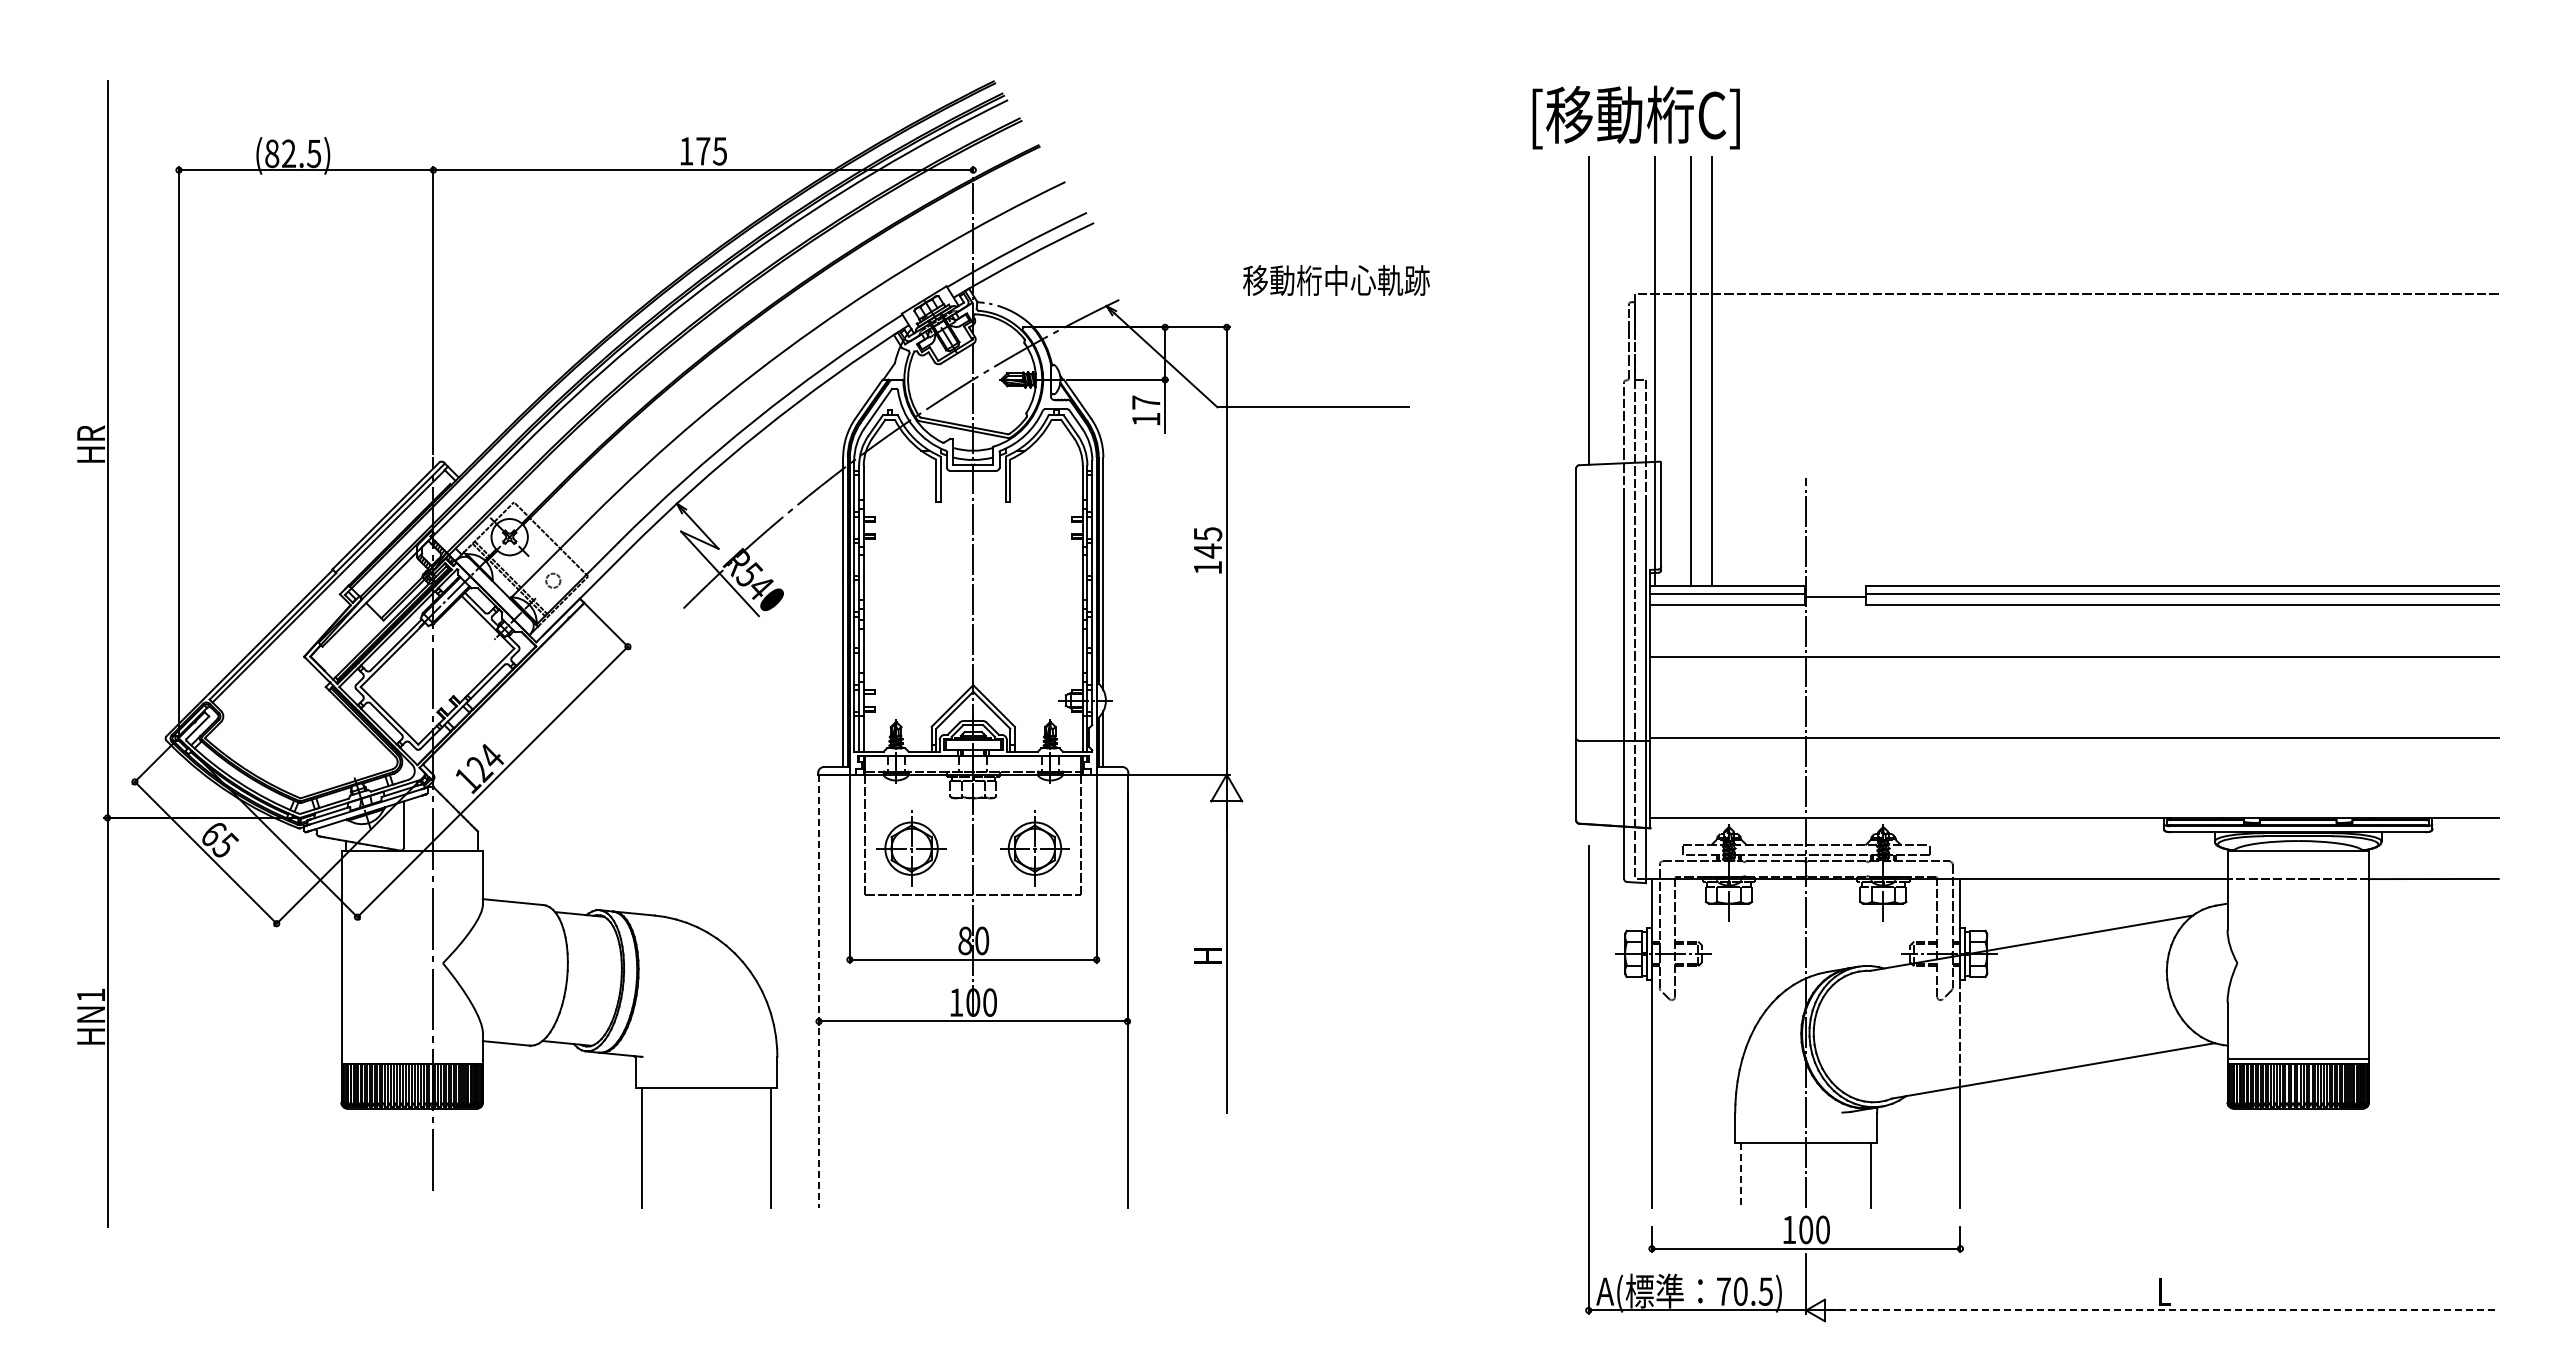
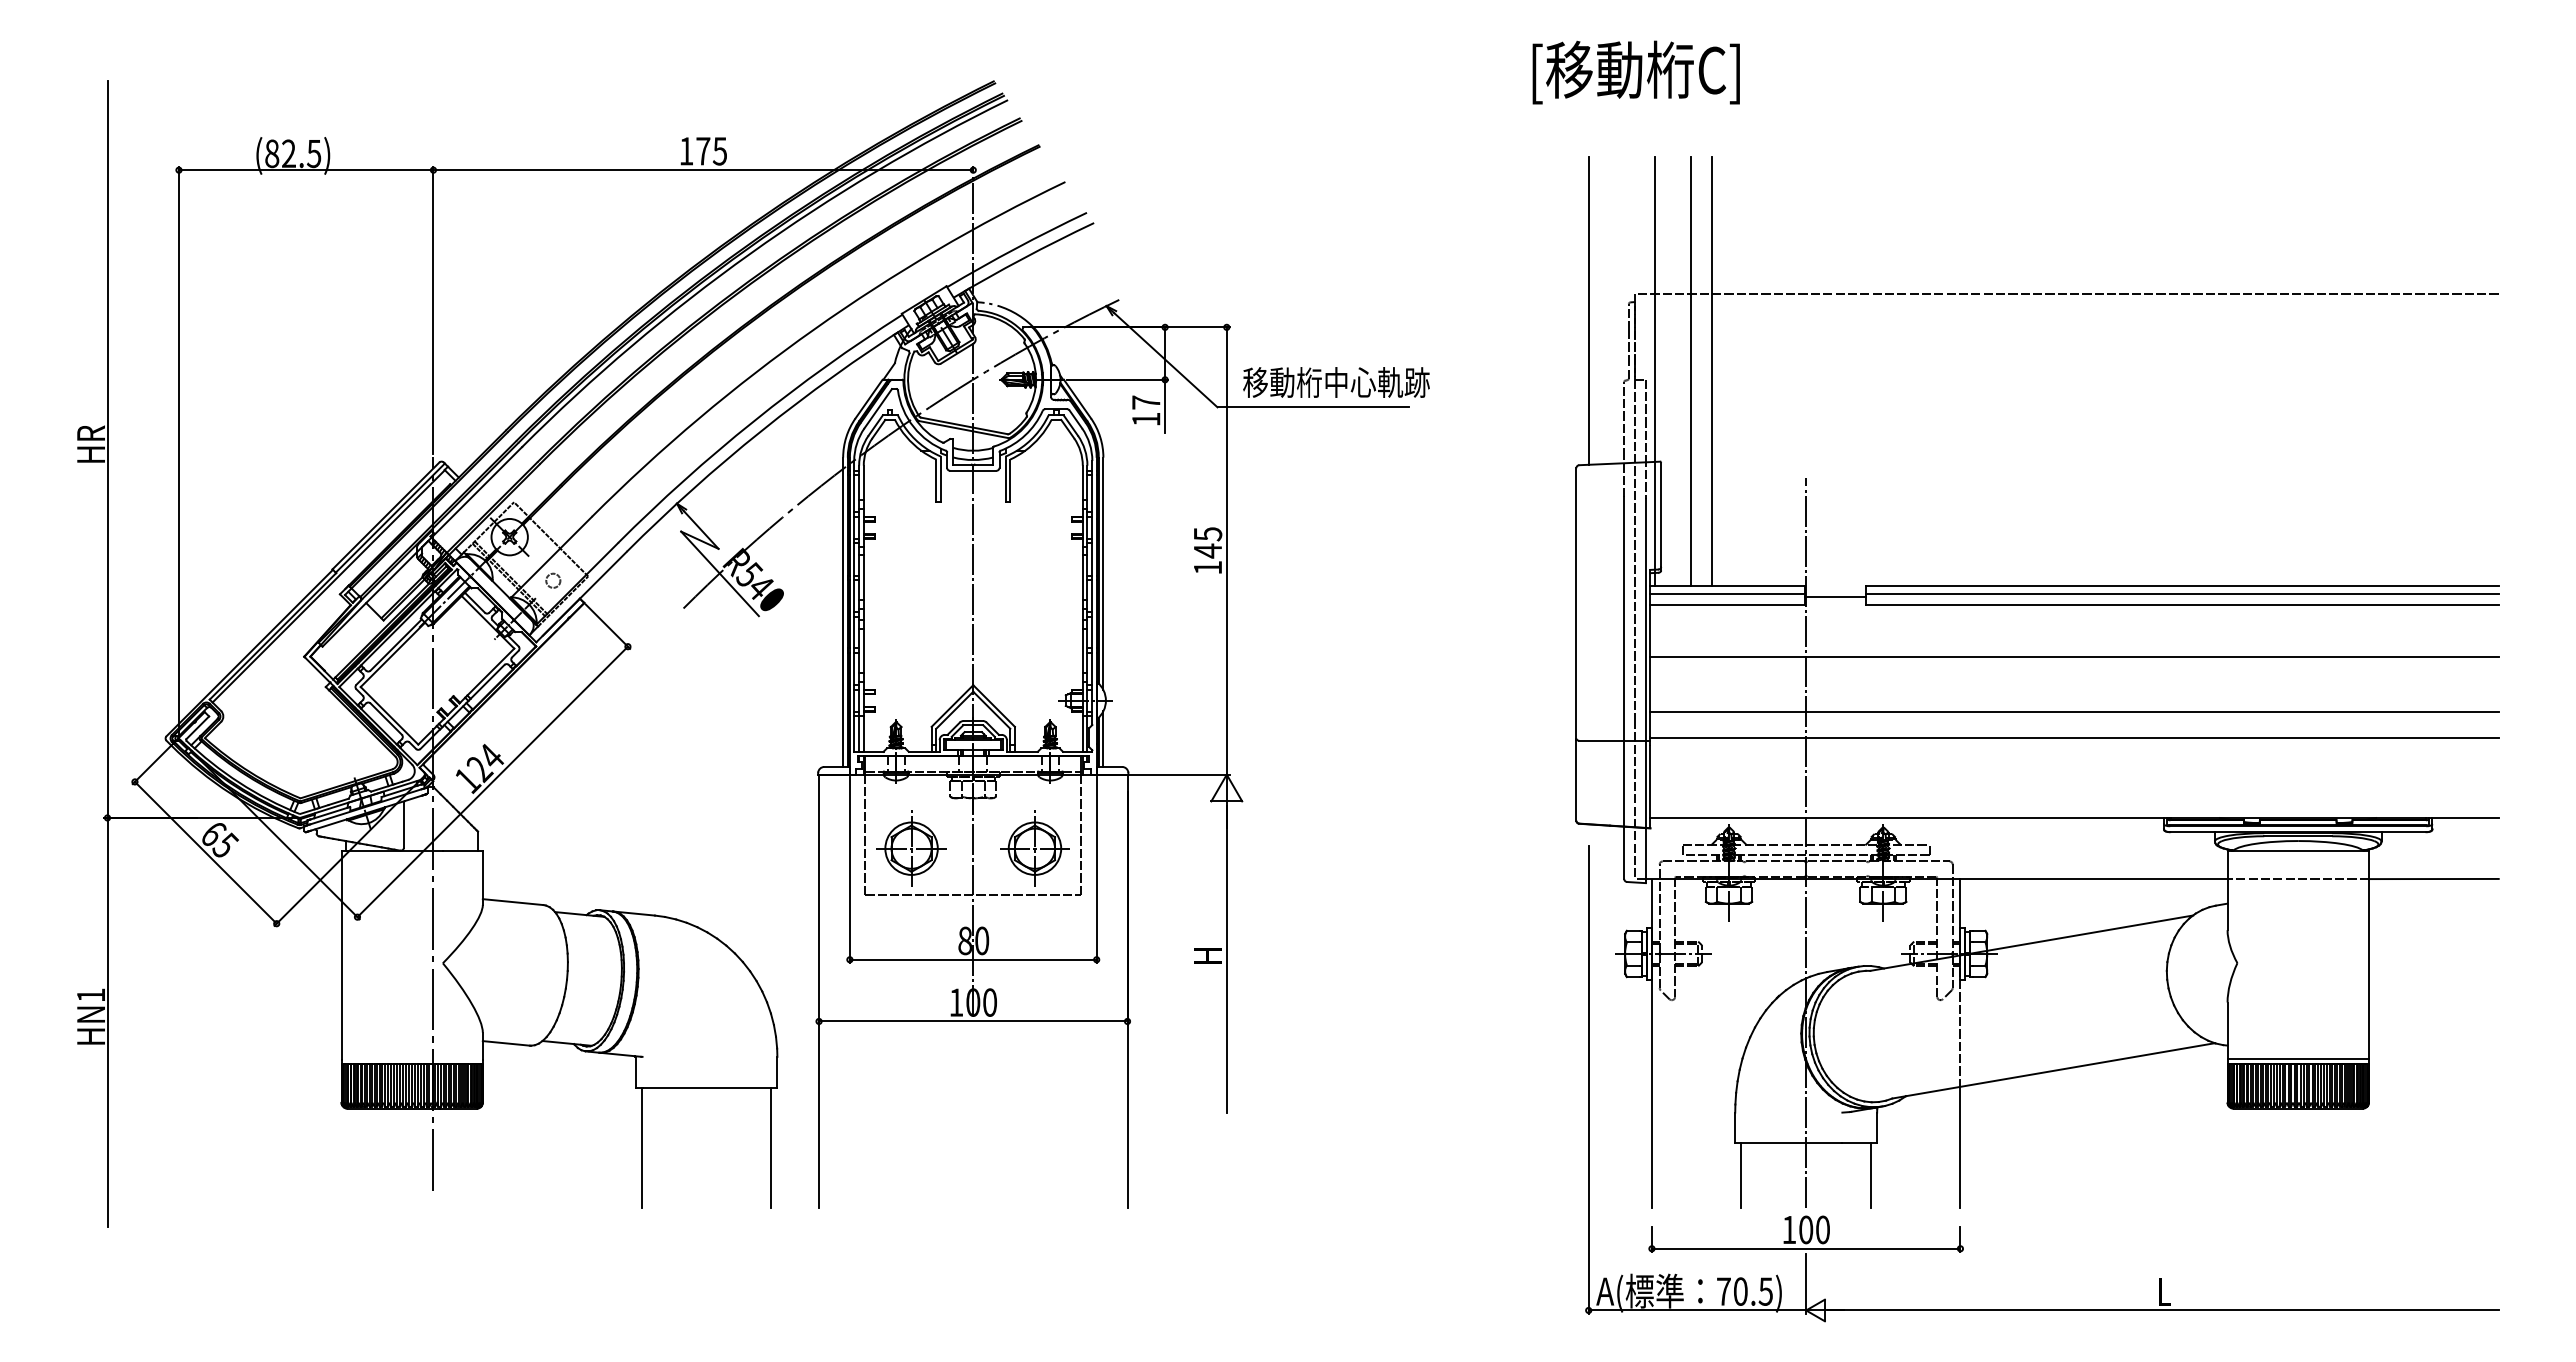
text at (1635, 117) position: (1635, 117) -> (1635, 72)
text at (1336, 280) position: (1336, 280) -> (1336, 382)
line at (2074, 712): none -> present
line at (819, 991): dashed -> solid
line at (1741, 1176): dashed -> solid
line at (2163, 1310): dashed -> solid
